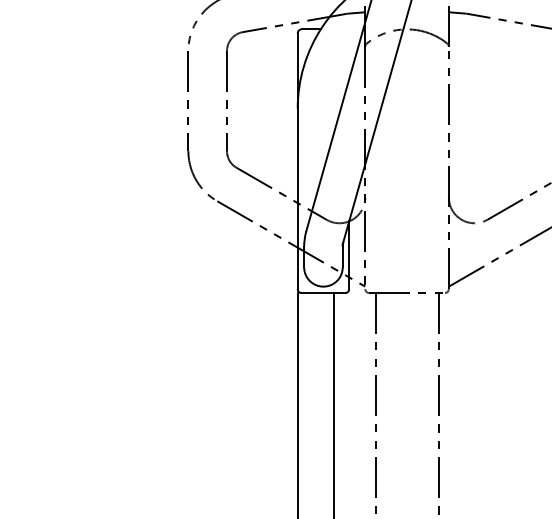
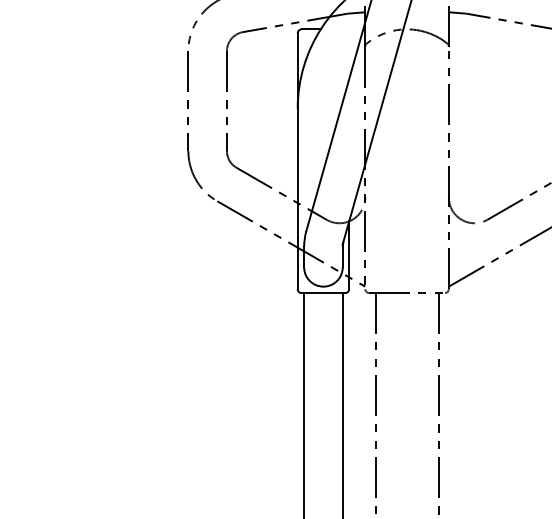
line at (298, 404) position: (298, 404) -> (304, 404)
line at (333, 404) position: (333, 404) -> (342, 404)
